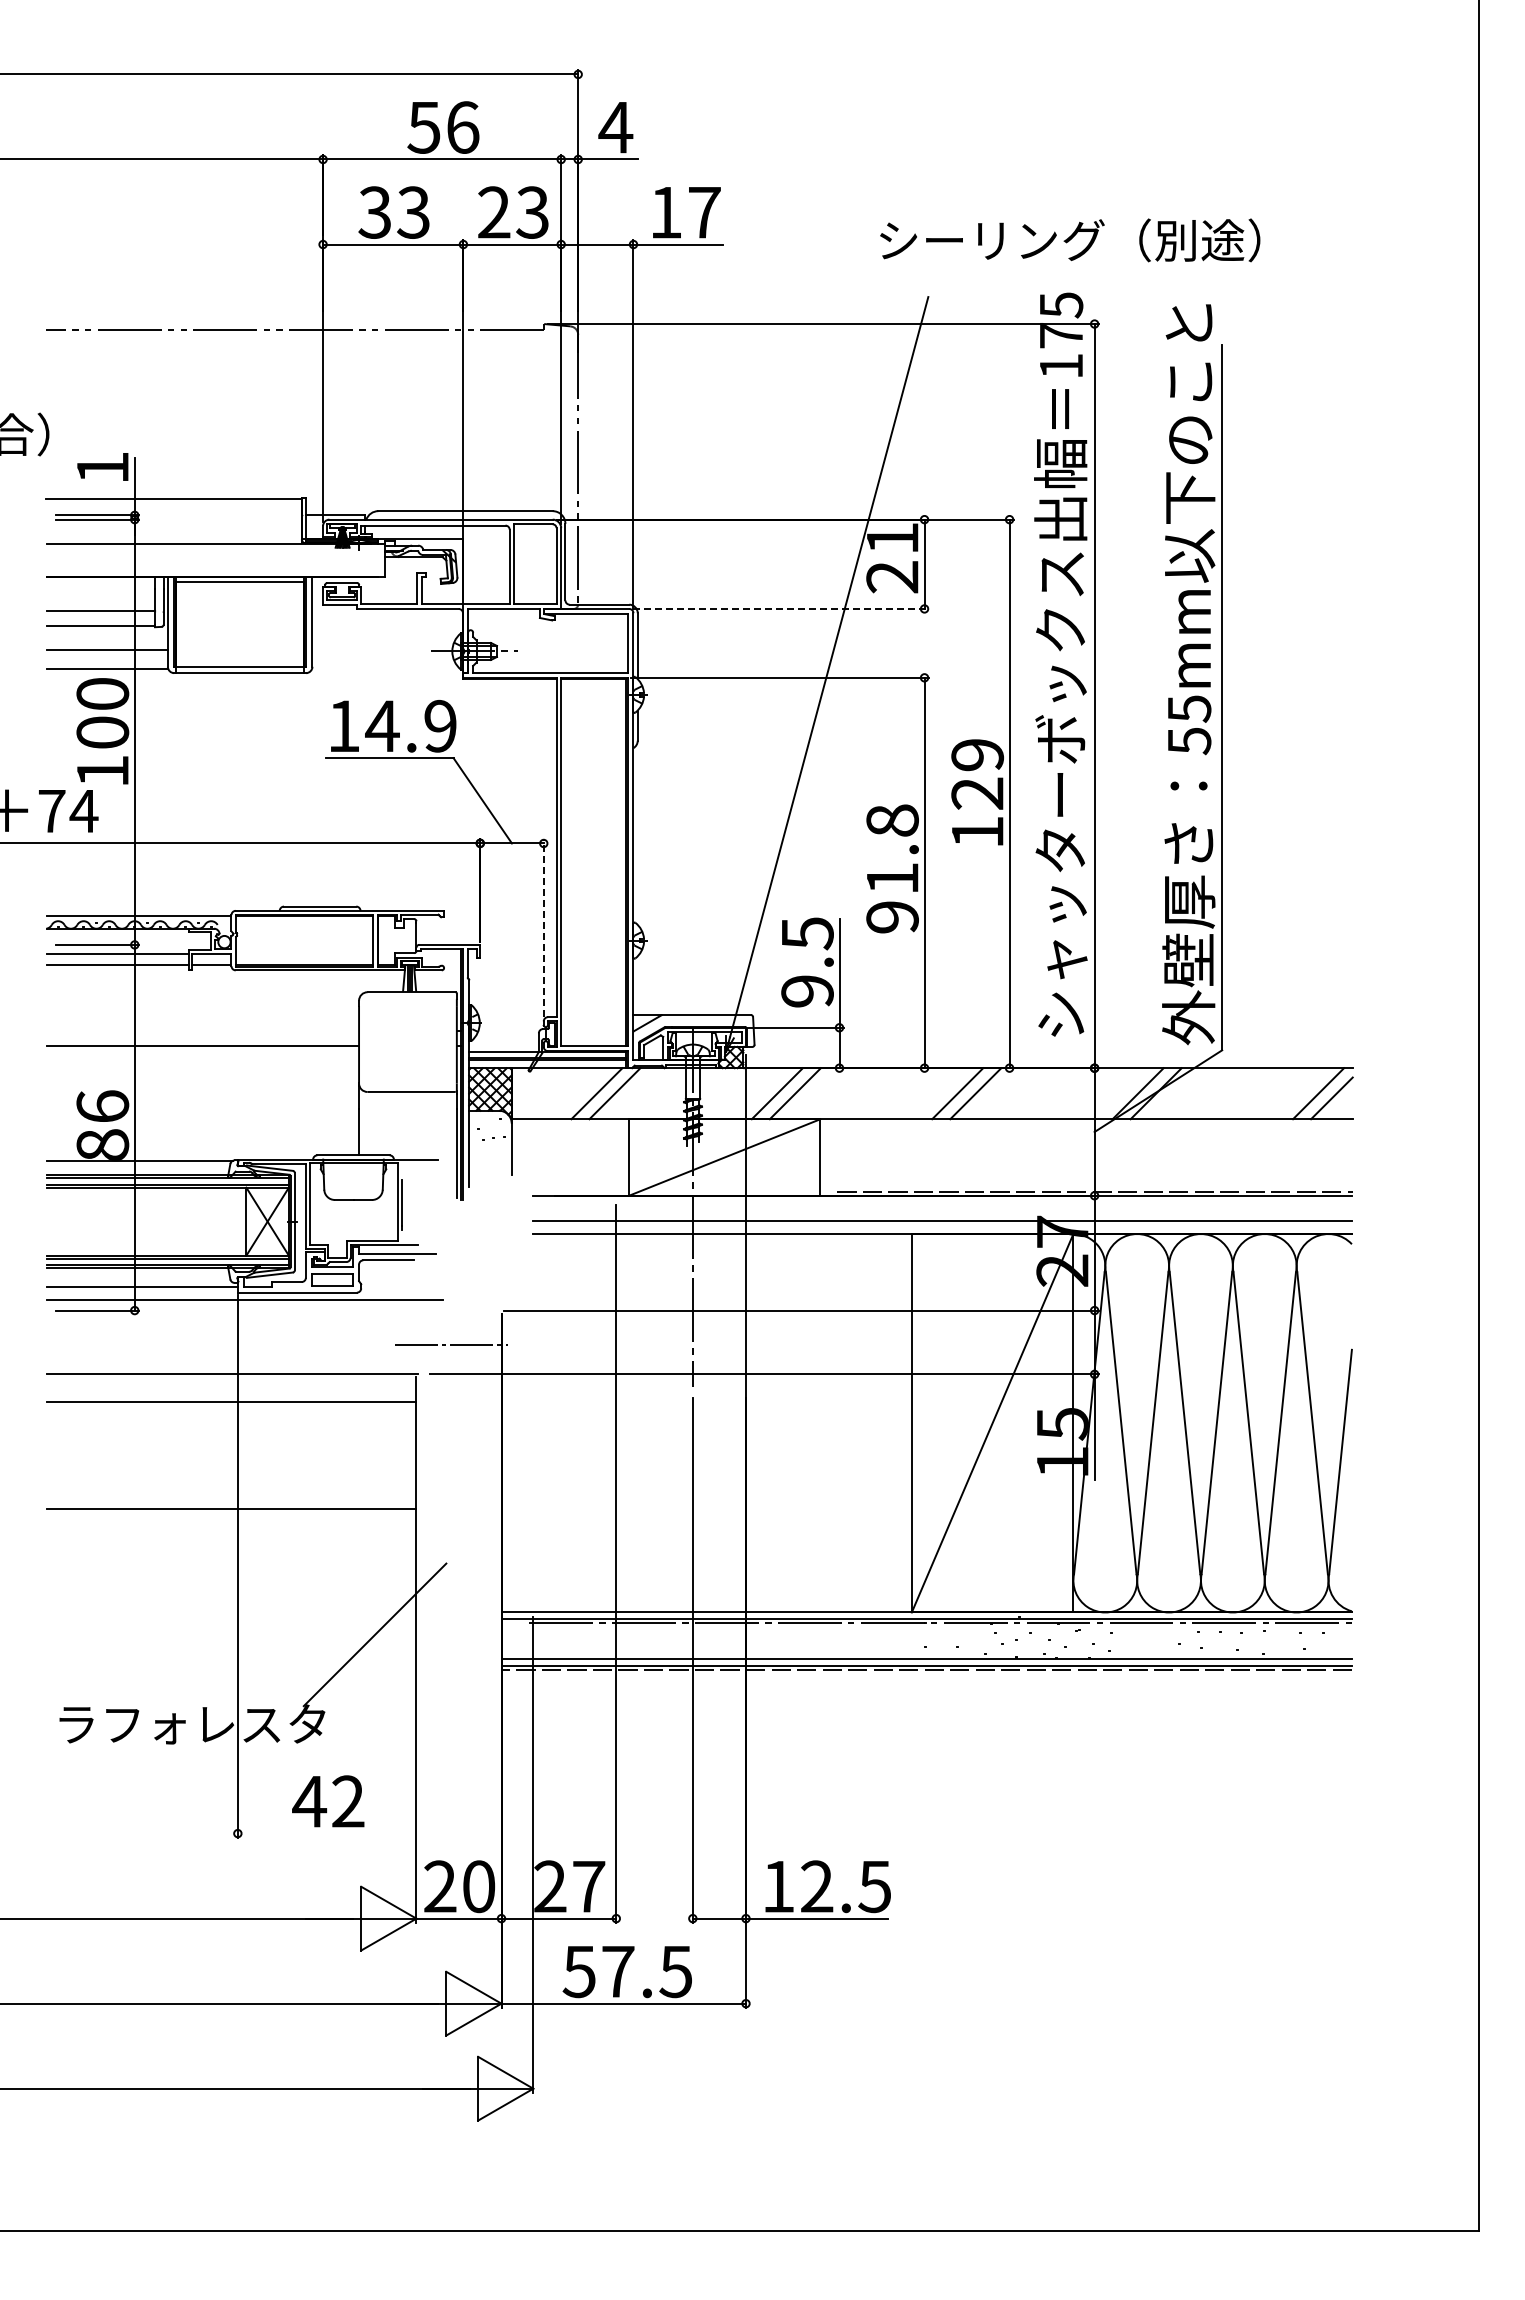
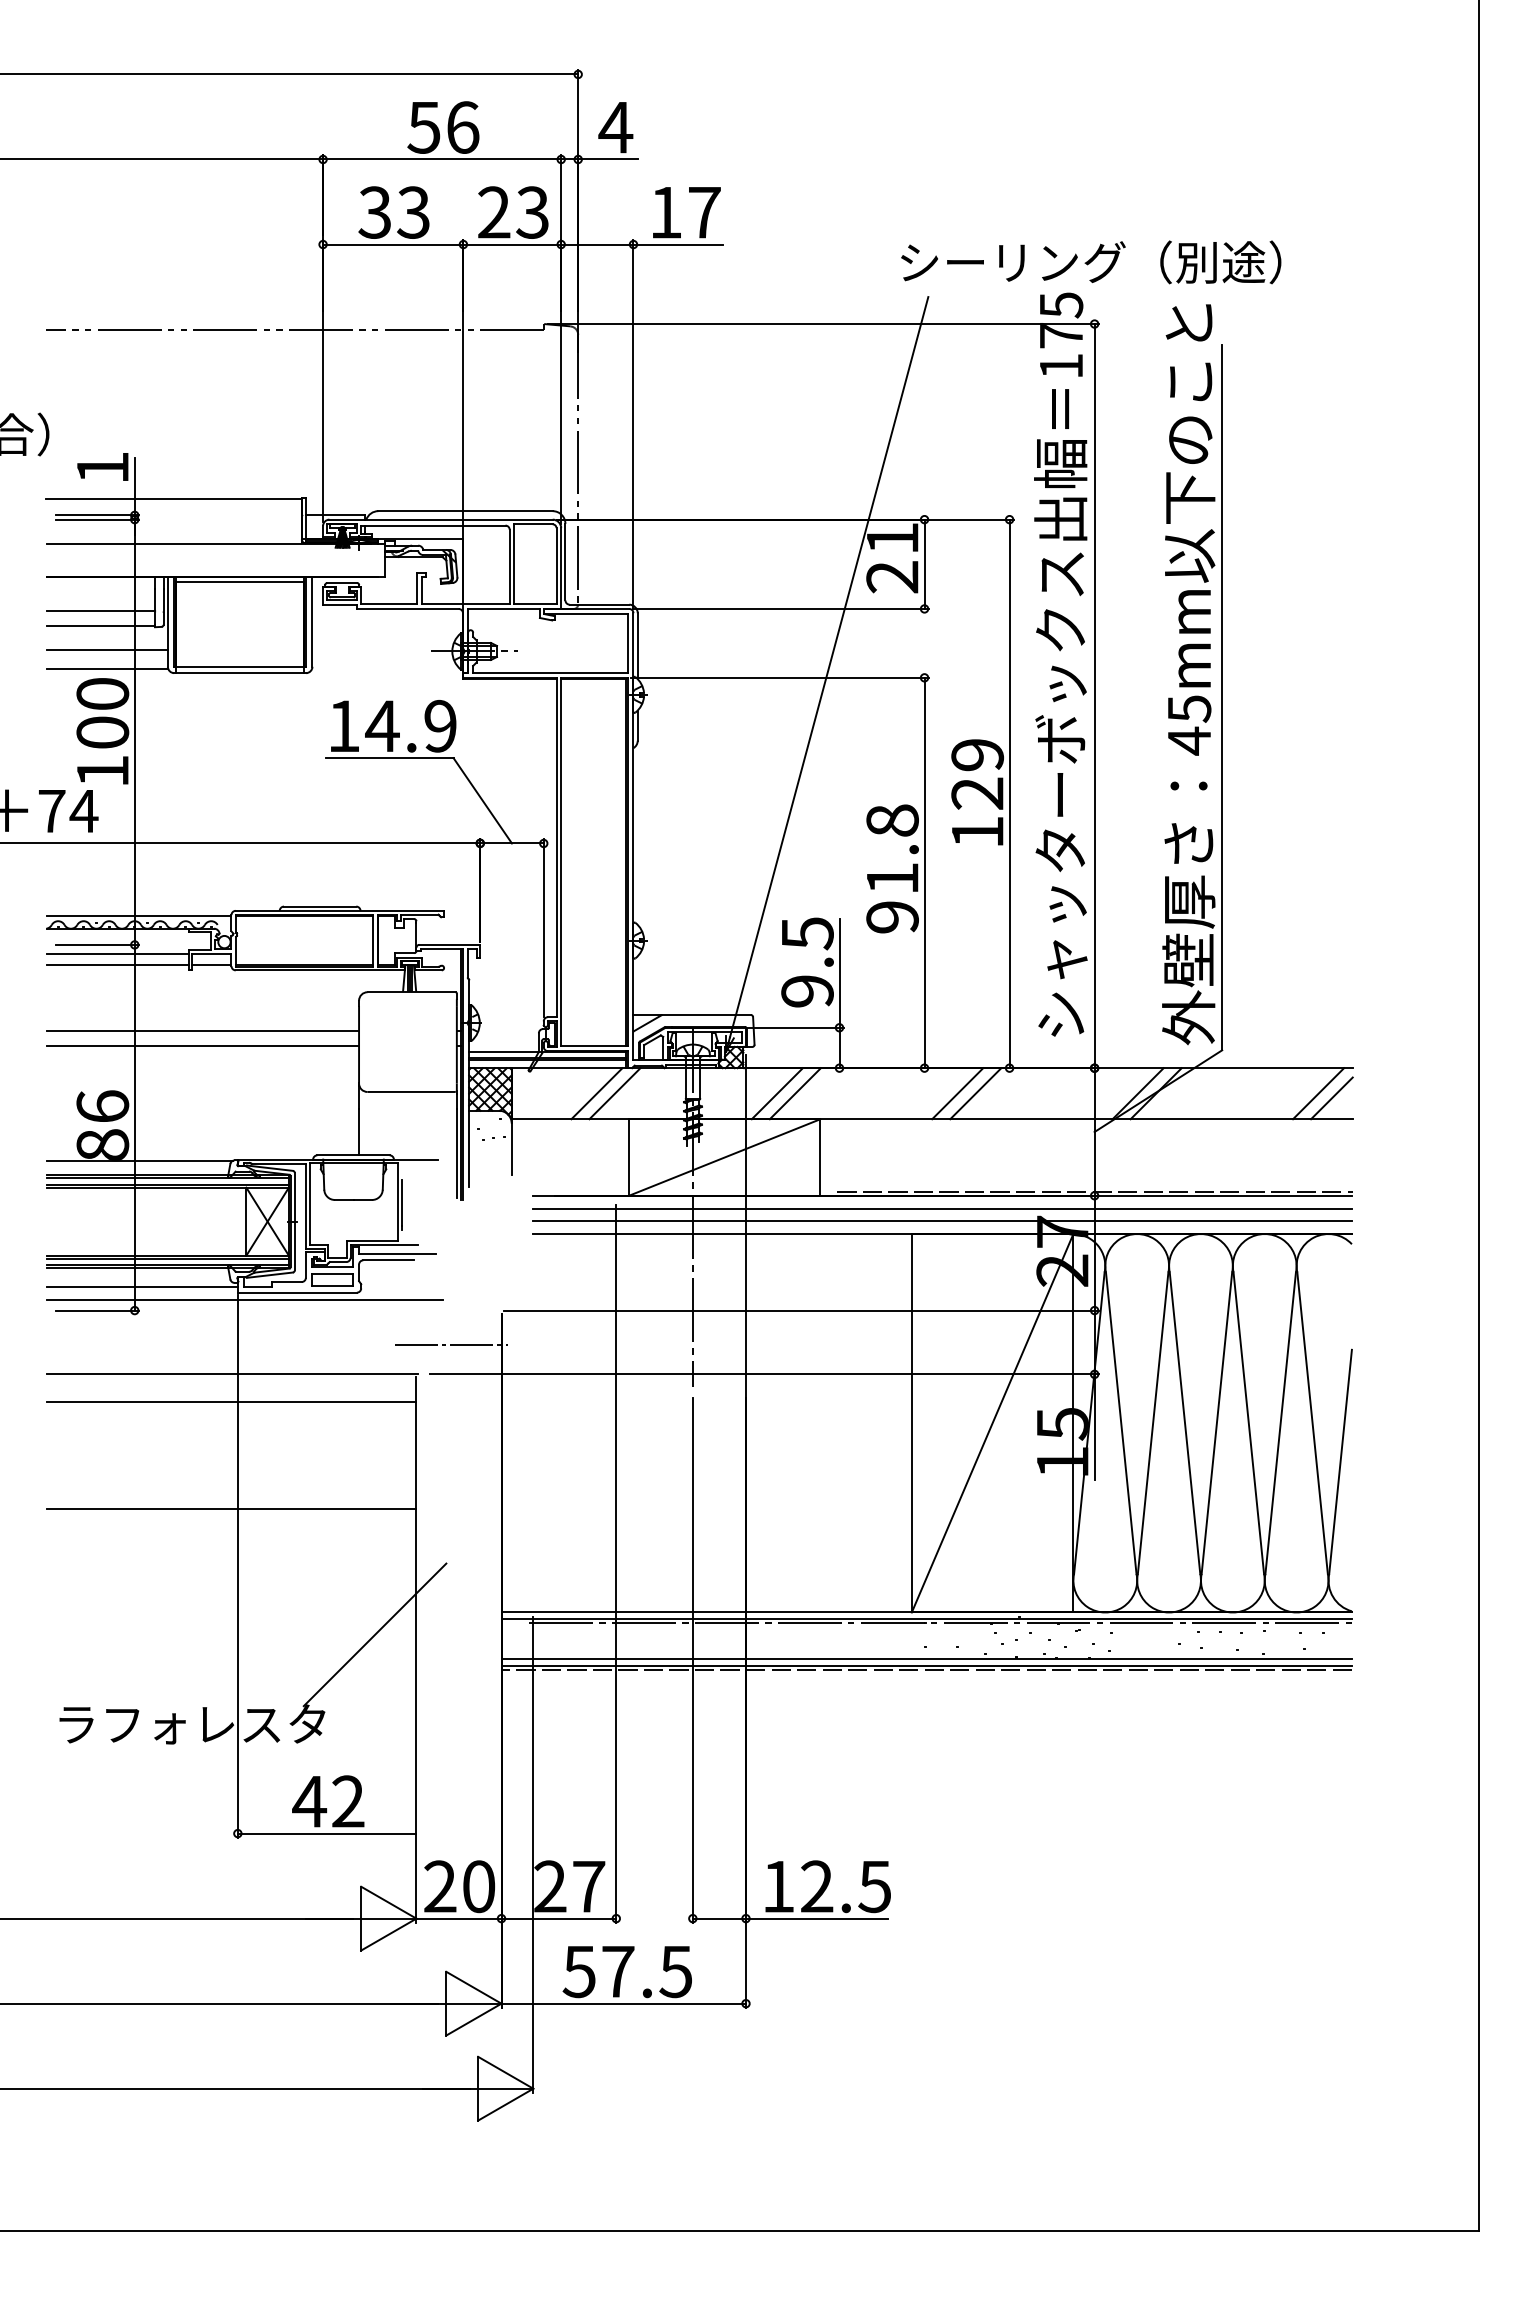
text at (1070, 240) position: (1070, 240) -> (1091, 262)
line at (781, 608): dashed -> solid
text at (1189, 740): 55mm -> 45mm
line at (543, 927): dashed -> solid
line at (202, 1031): none -> present
line at (942, 1208): none -> present
line at (326, 1833): none -> present
